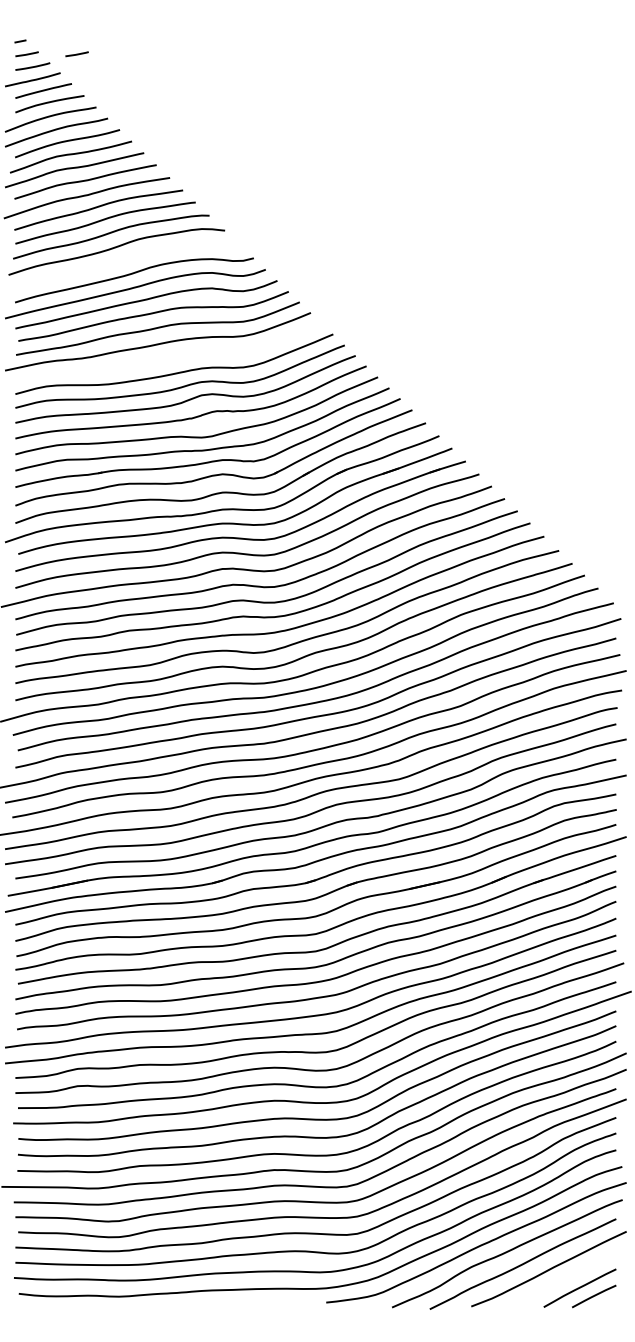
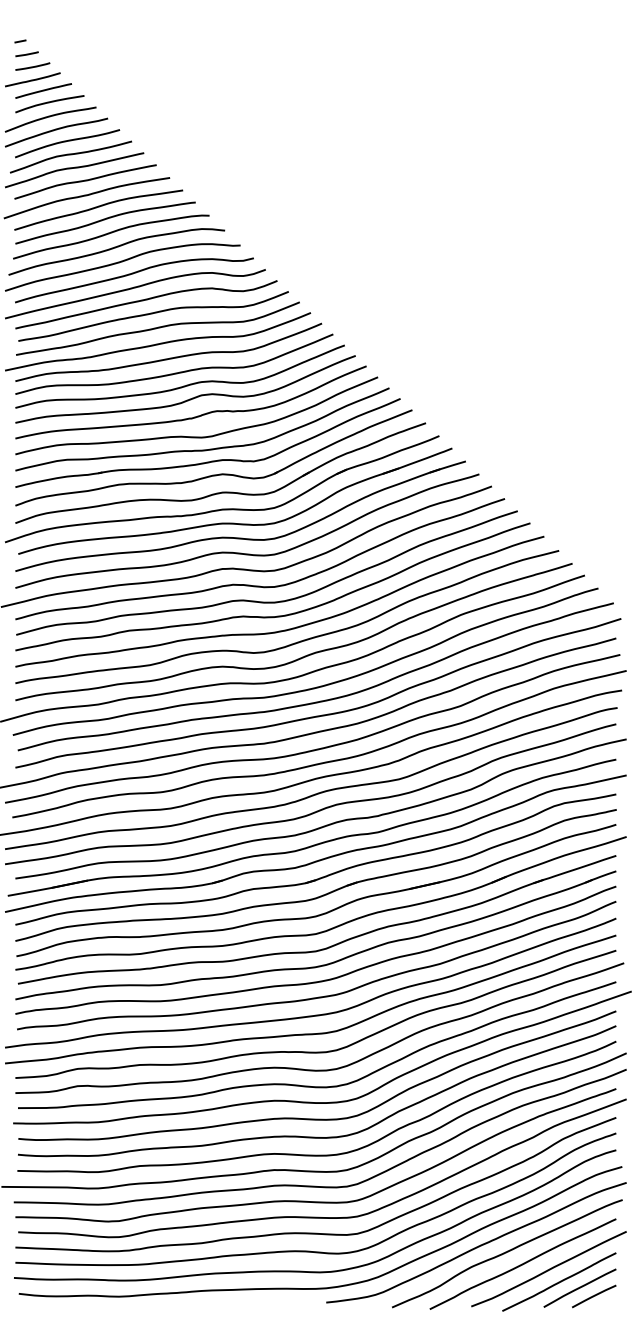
line at (76, 54): present -> none
curve at (122, 262): none -> present
curve at (169, 357): none -> present
line at (559, 1281): none -> present
